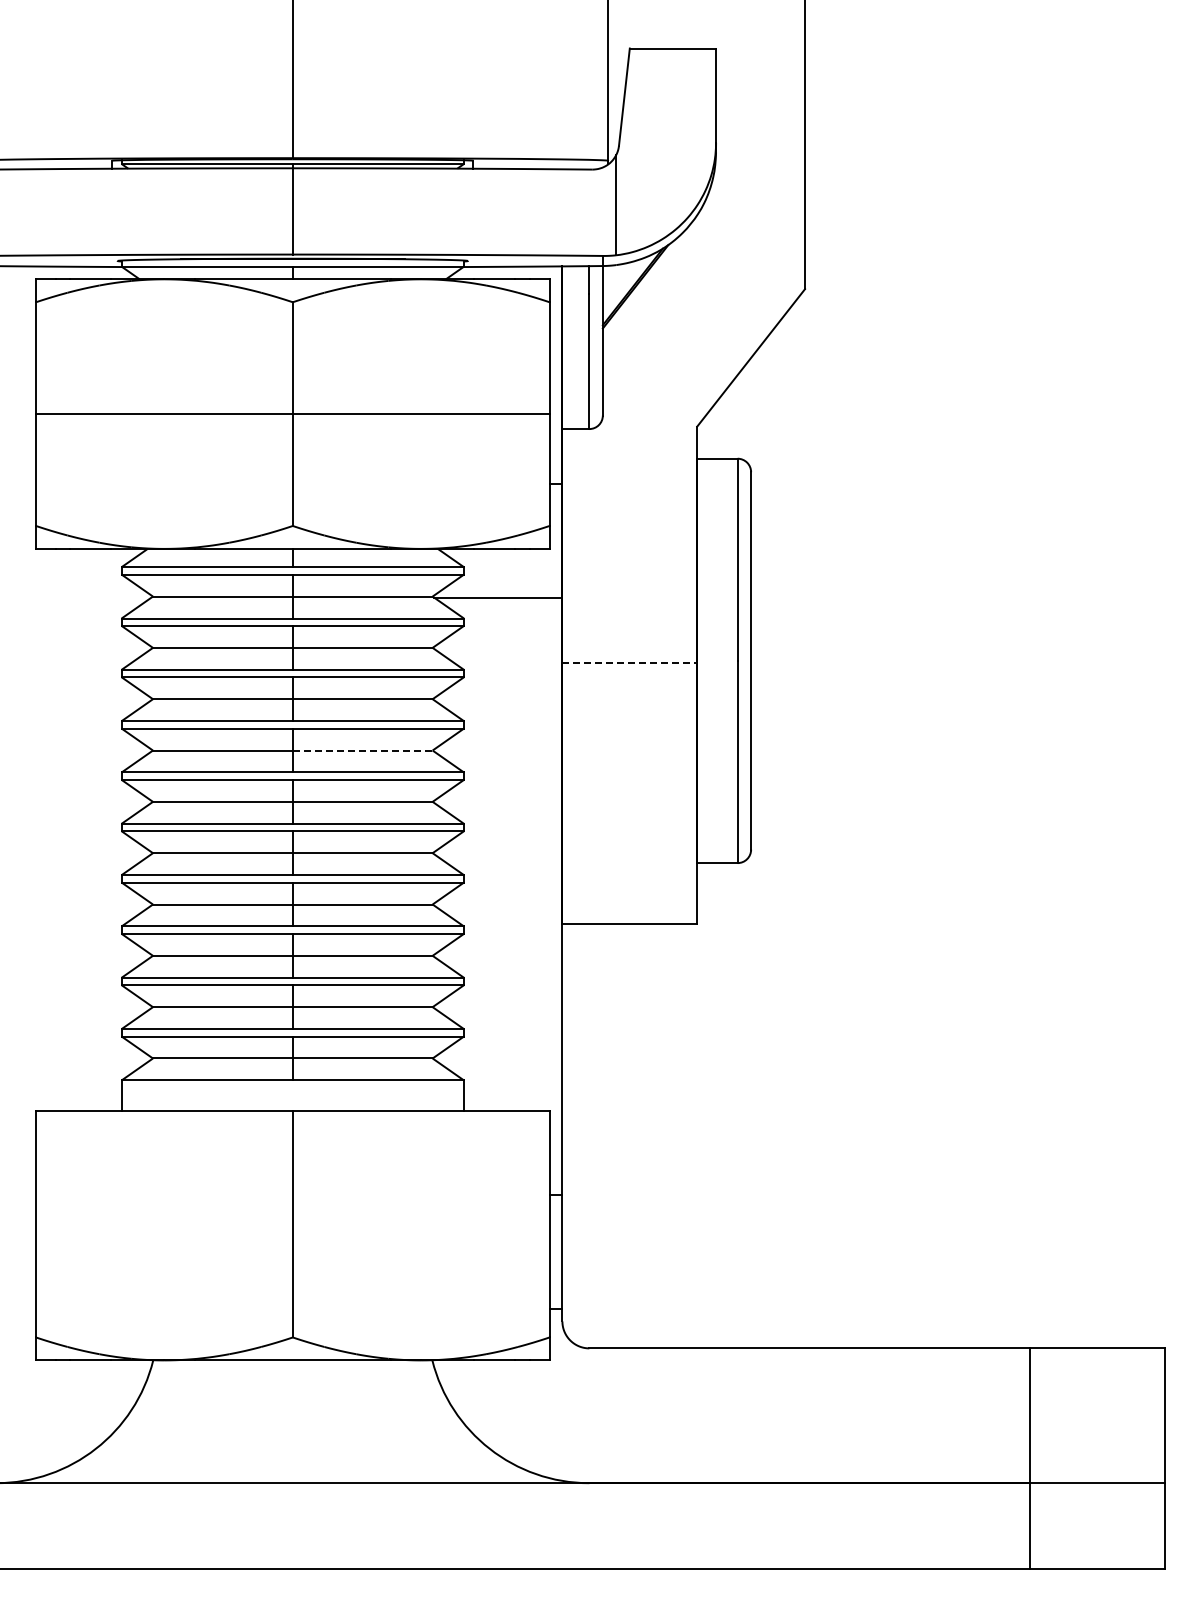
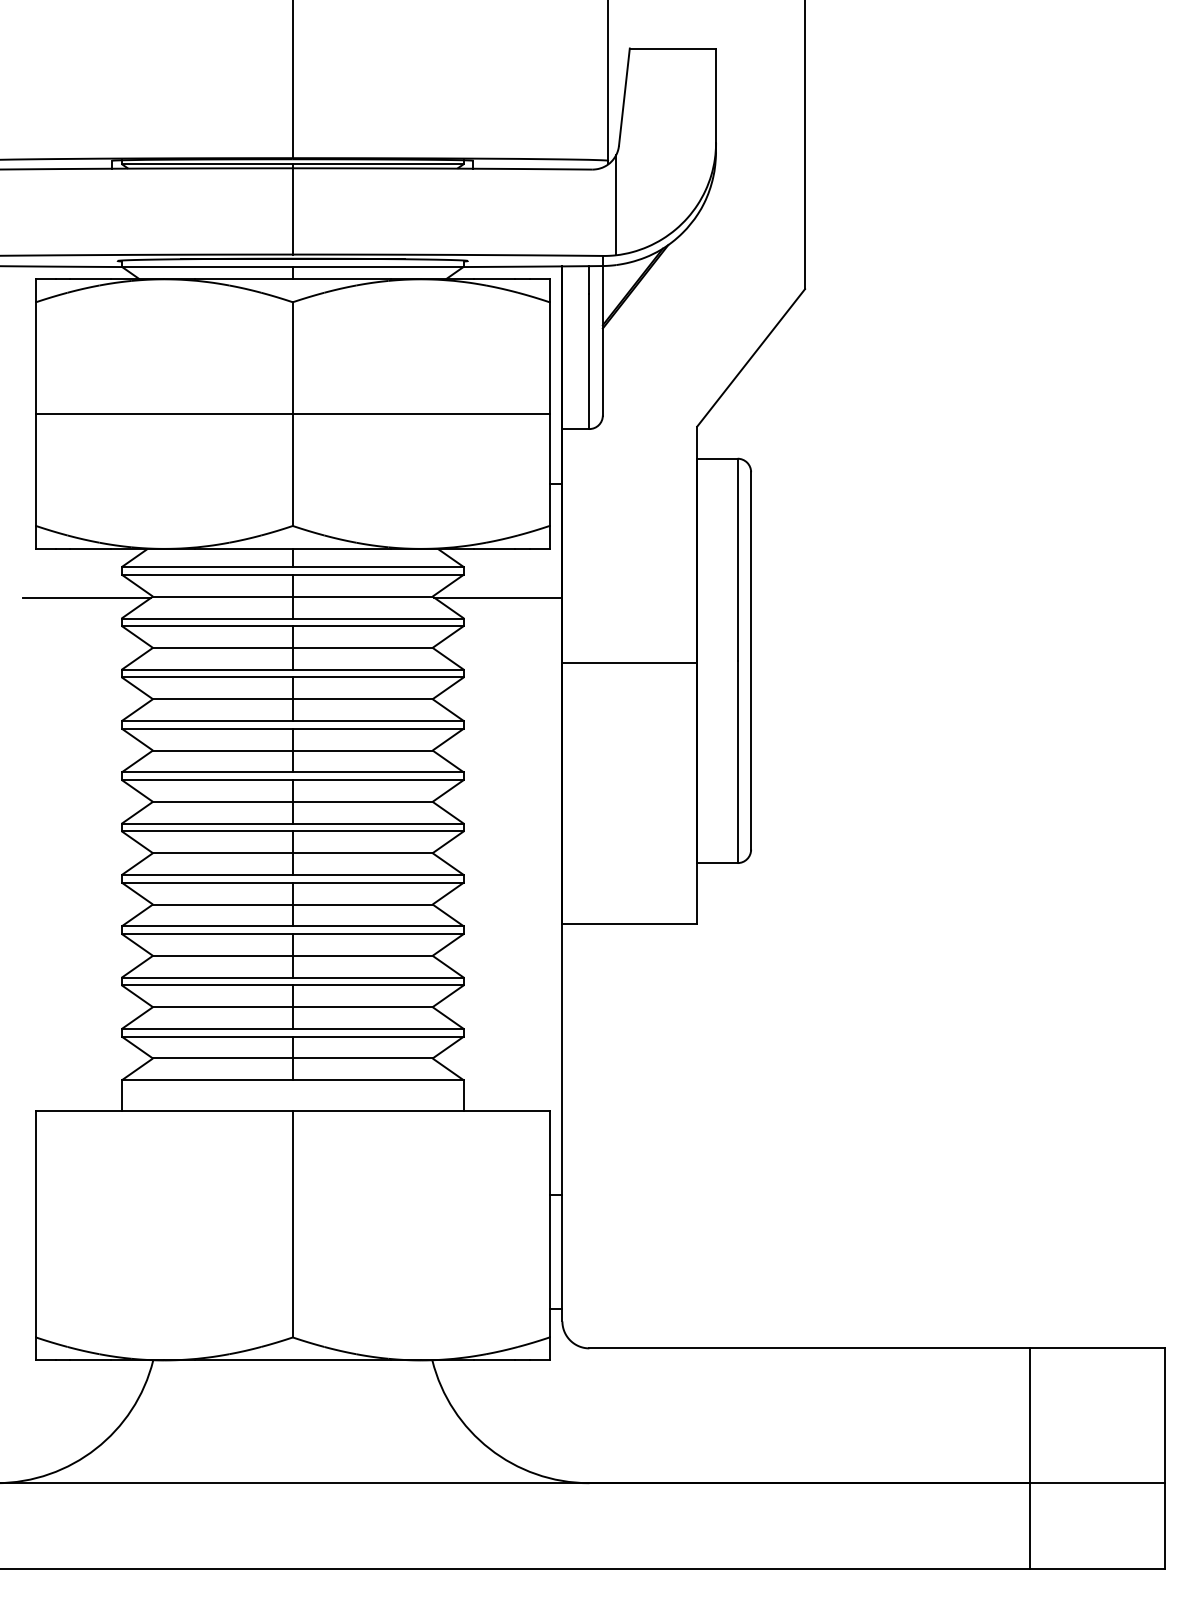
line at (87, 597): none -> present
line at (630, 662): dashed -> solid
line at (362, 750): dashed -> solid
